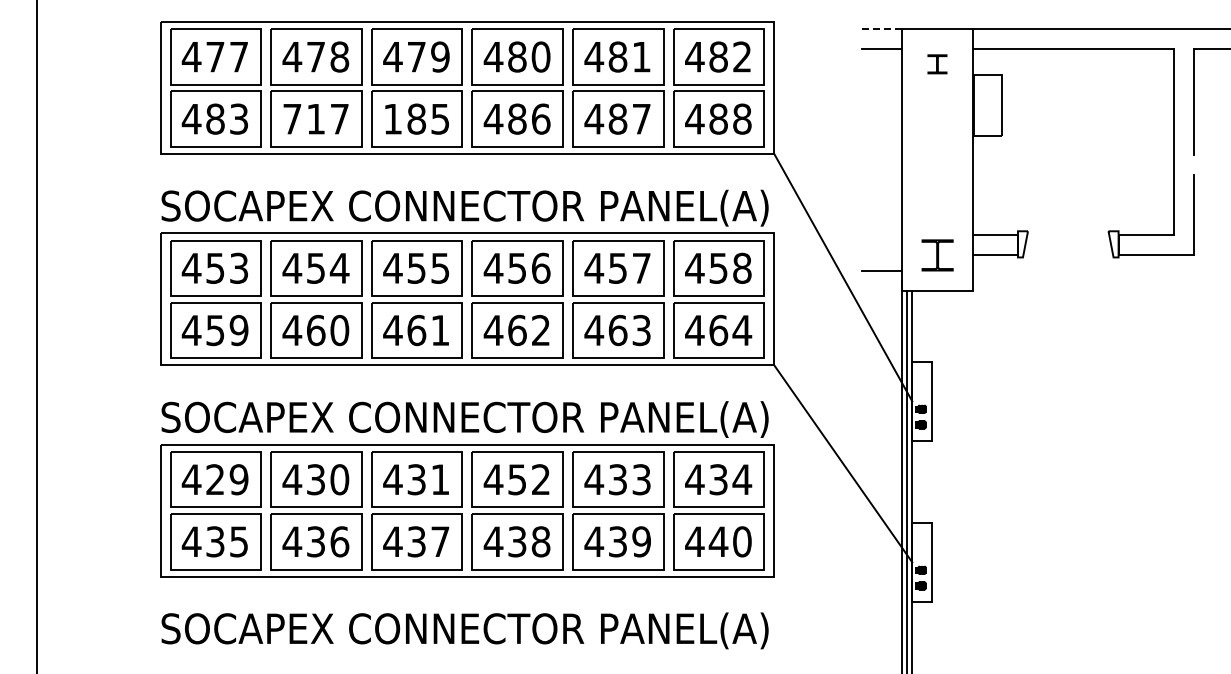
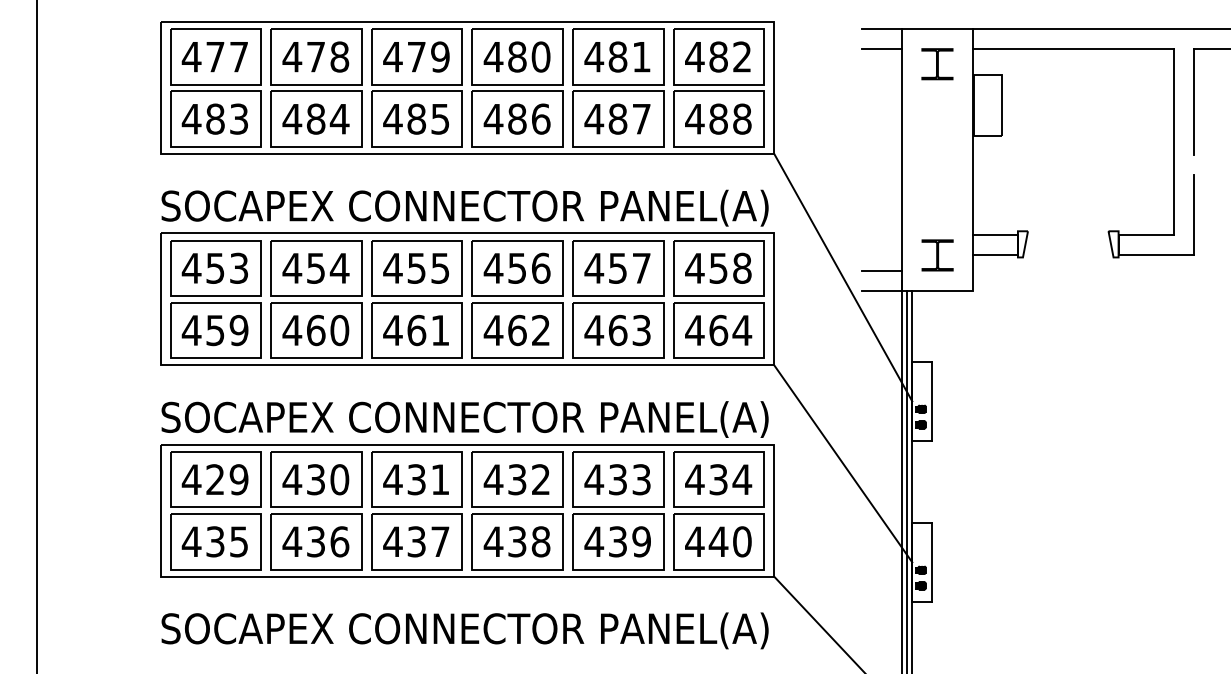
line at (881, 29): dashed -> solid
part at (937, 64) size: 21x21 px -> 33x33 px
text at (315, 118): 717 -> 484
text at (392, 119): 185 -> 485
line at (882, 290): none -> present
text at (517, 479): 452 -> 432
line at (818, 623): none -> present
